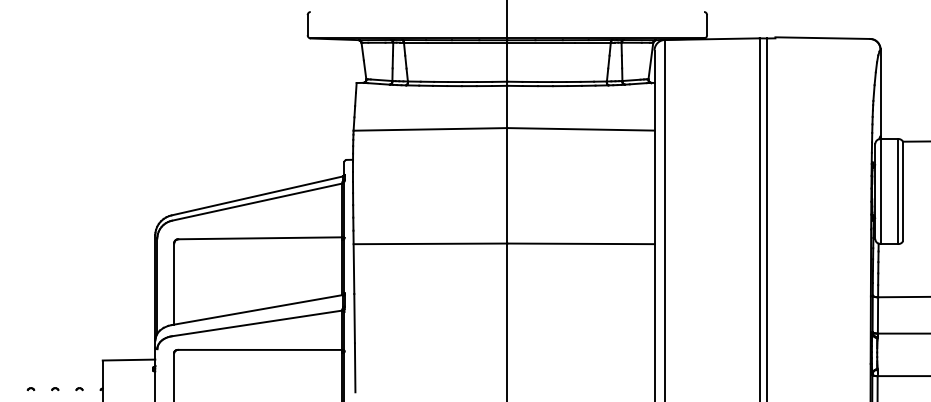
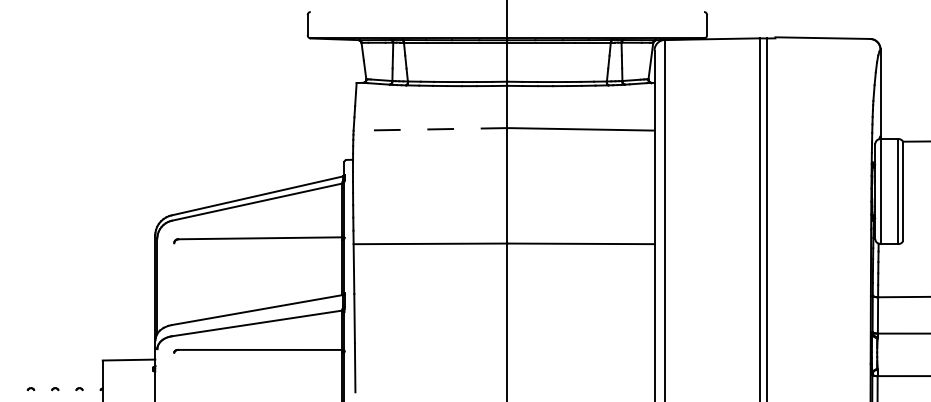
line at (430, 129): solid -> dashed
line at (174, 283): present -> none
line at (174, 375): present -> none
